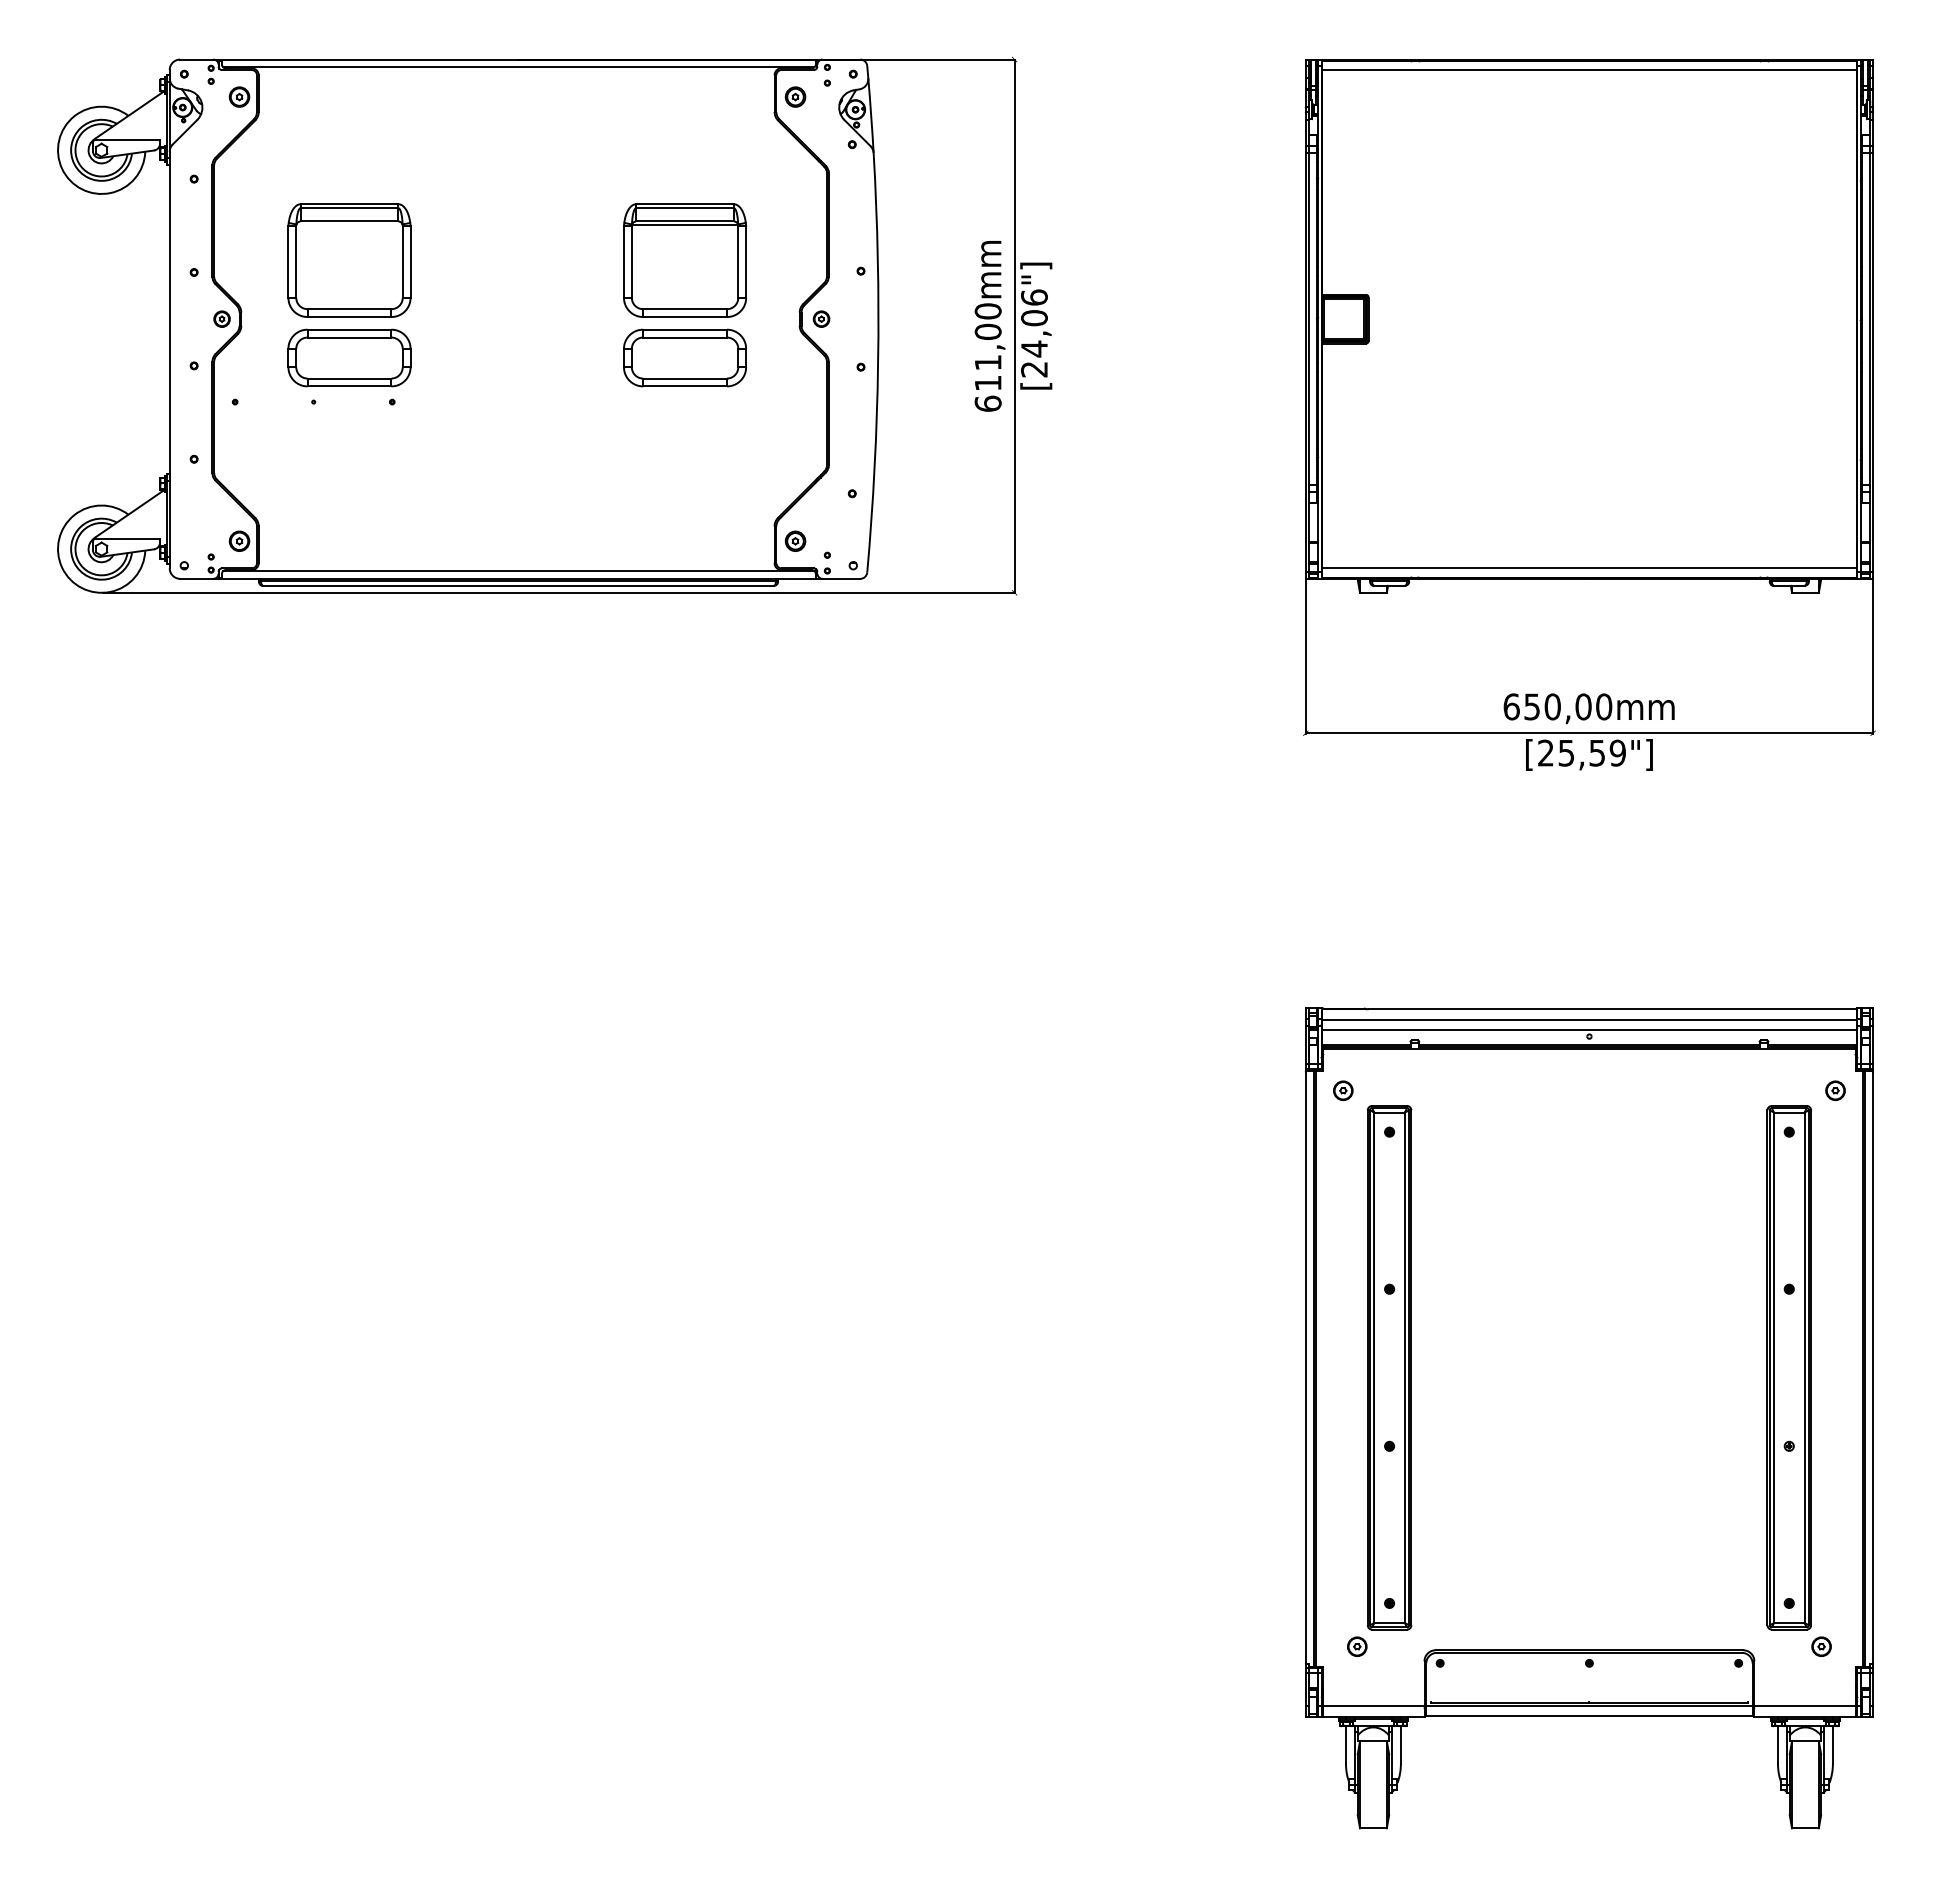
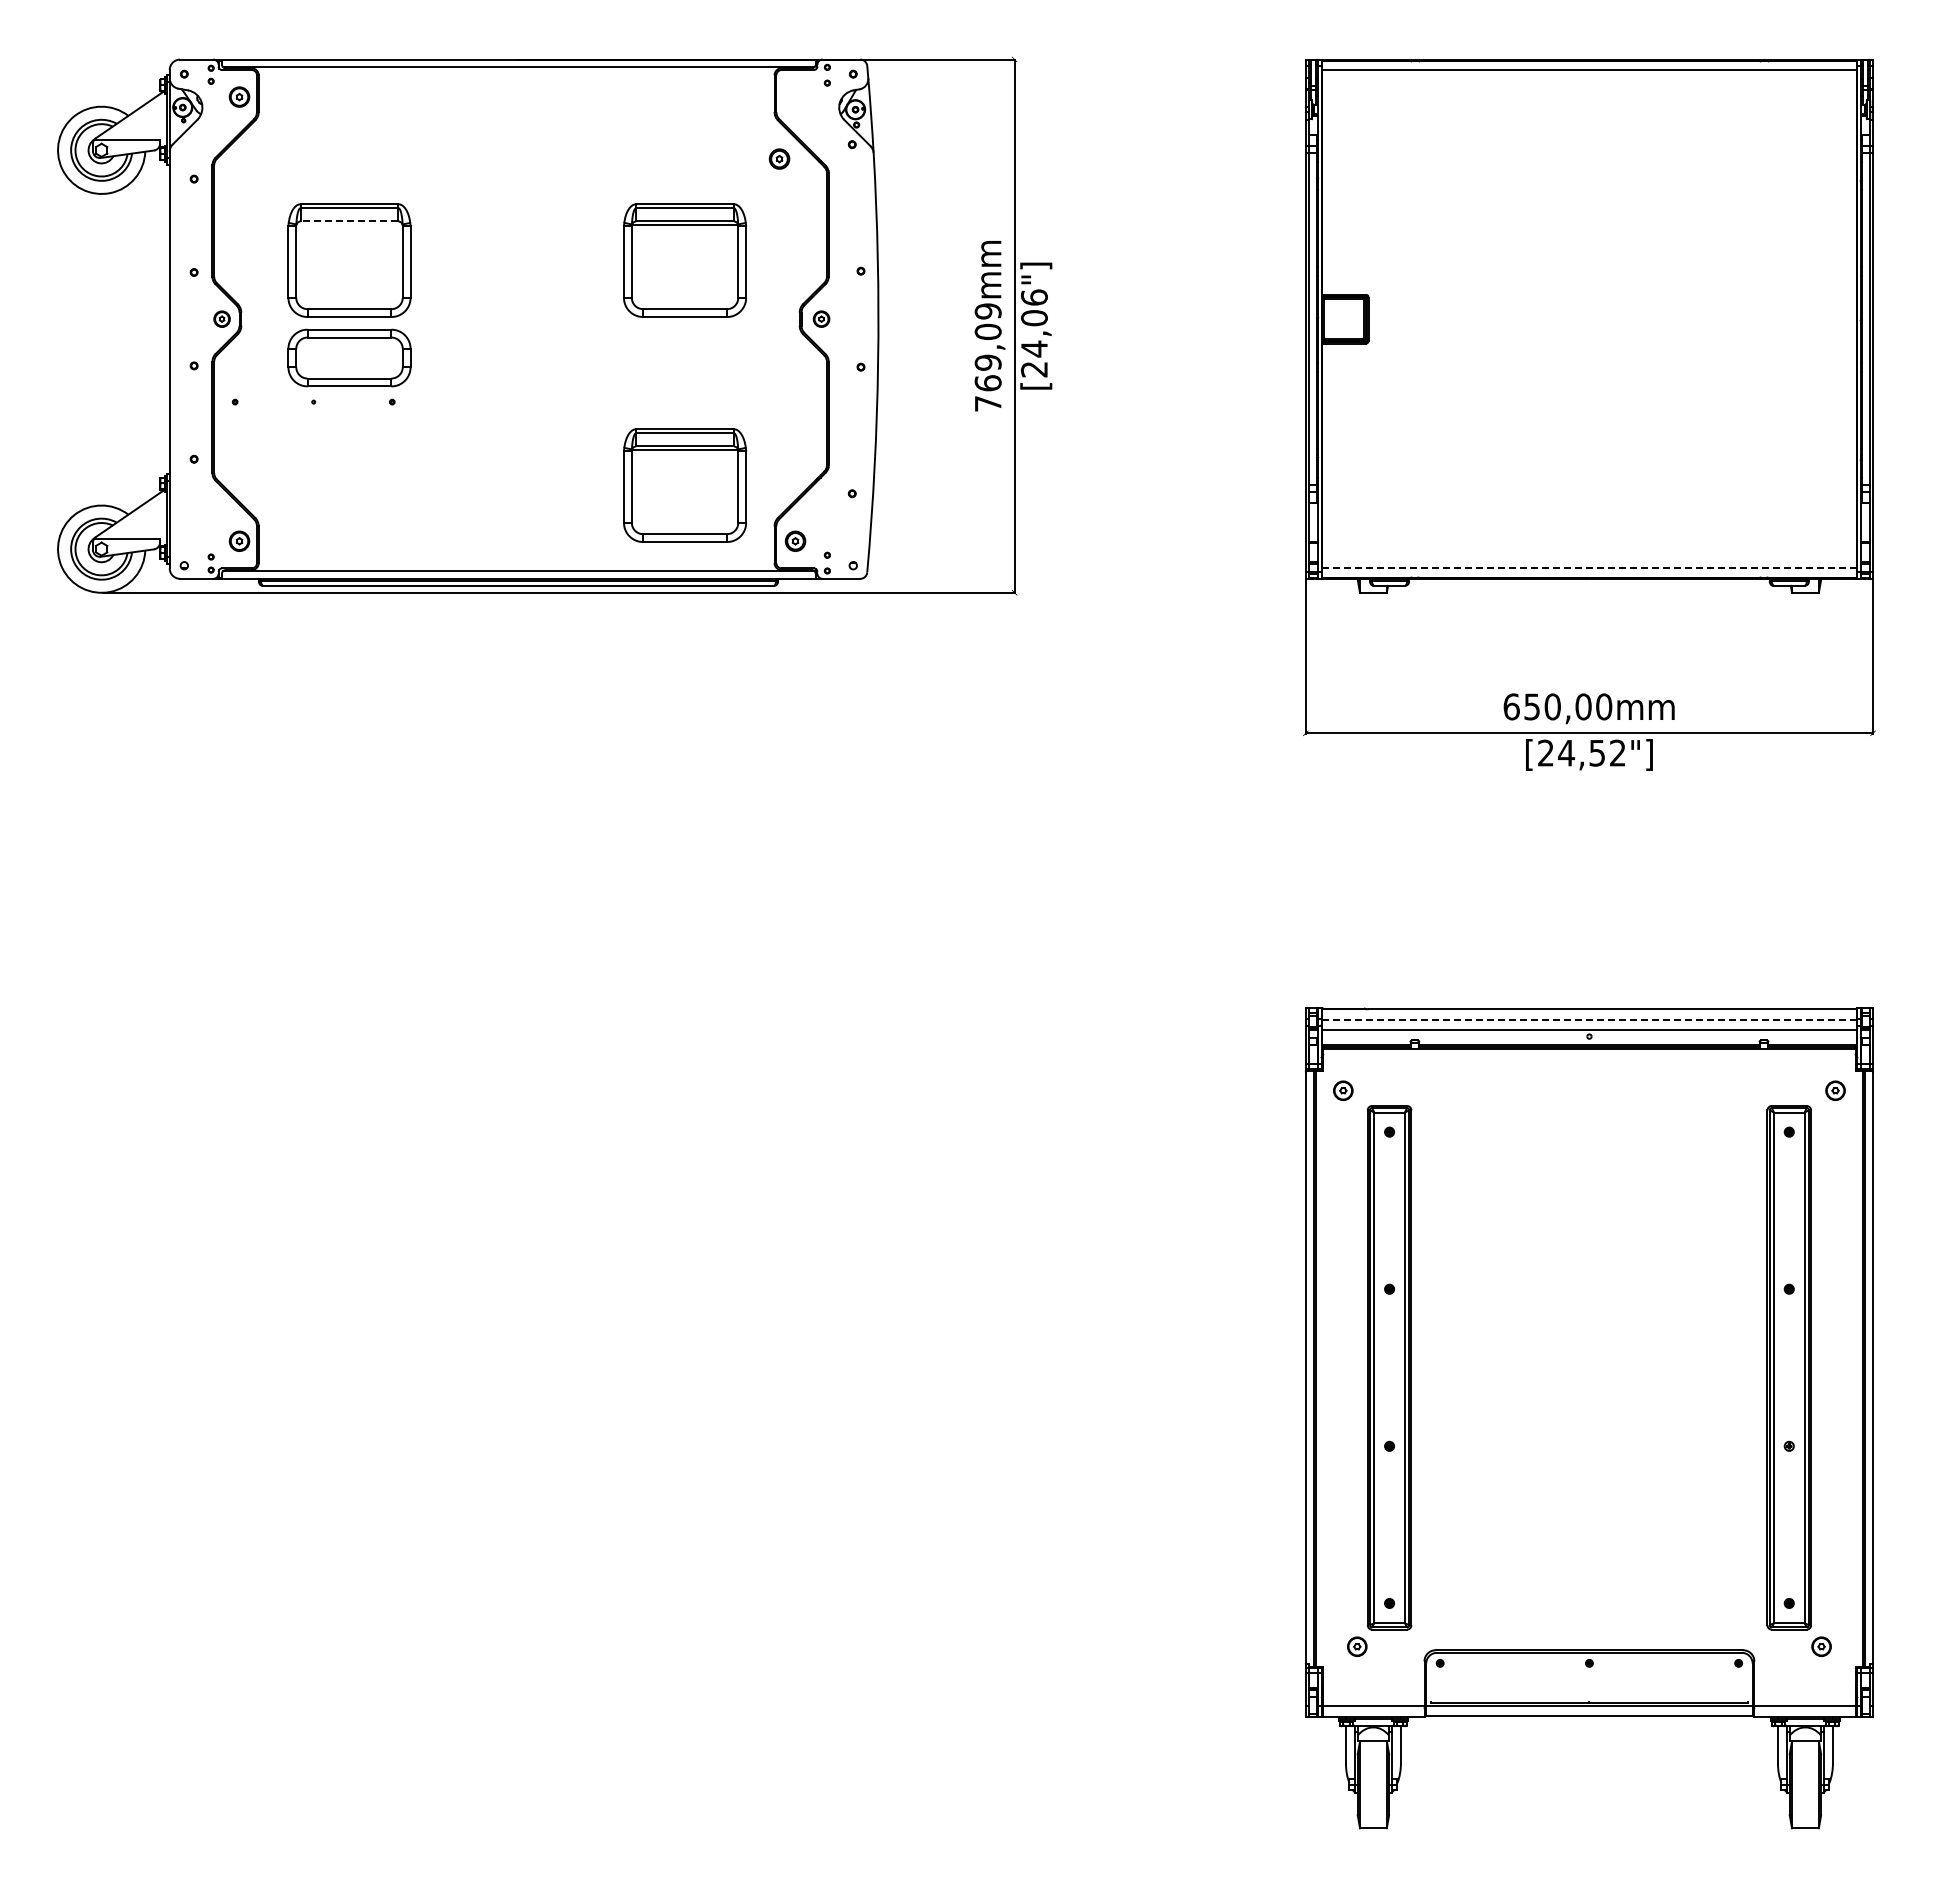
part at (795, 96) position: (795, 96) -> (779, 158)
line at (349, 221): solid -> dashed
part at (684, 357): present -> none
text at (987, 357): 611,00mm -> 769,09mm
part at (685, 485): none -> present
line at (1589, 567): solid -> dashed
text at (1591, 752): [25,59"] -> [24,52"]
line at (1589, 1019): solid -> dashed
